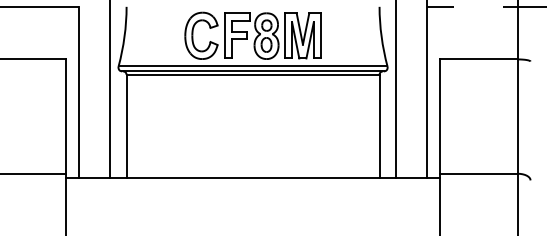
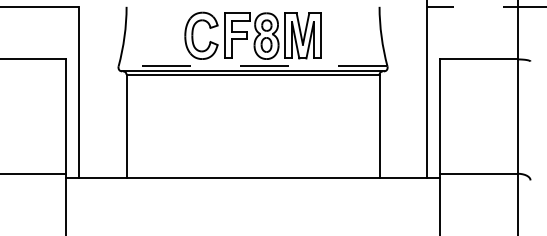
line at (252, 66): solid -> dashed
line at (110, 89): present -> none
line at (395, 89): present -> none
